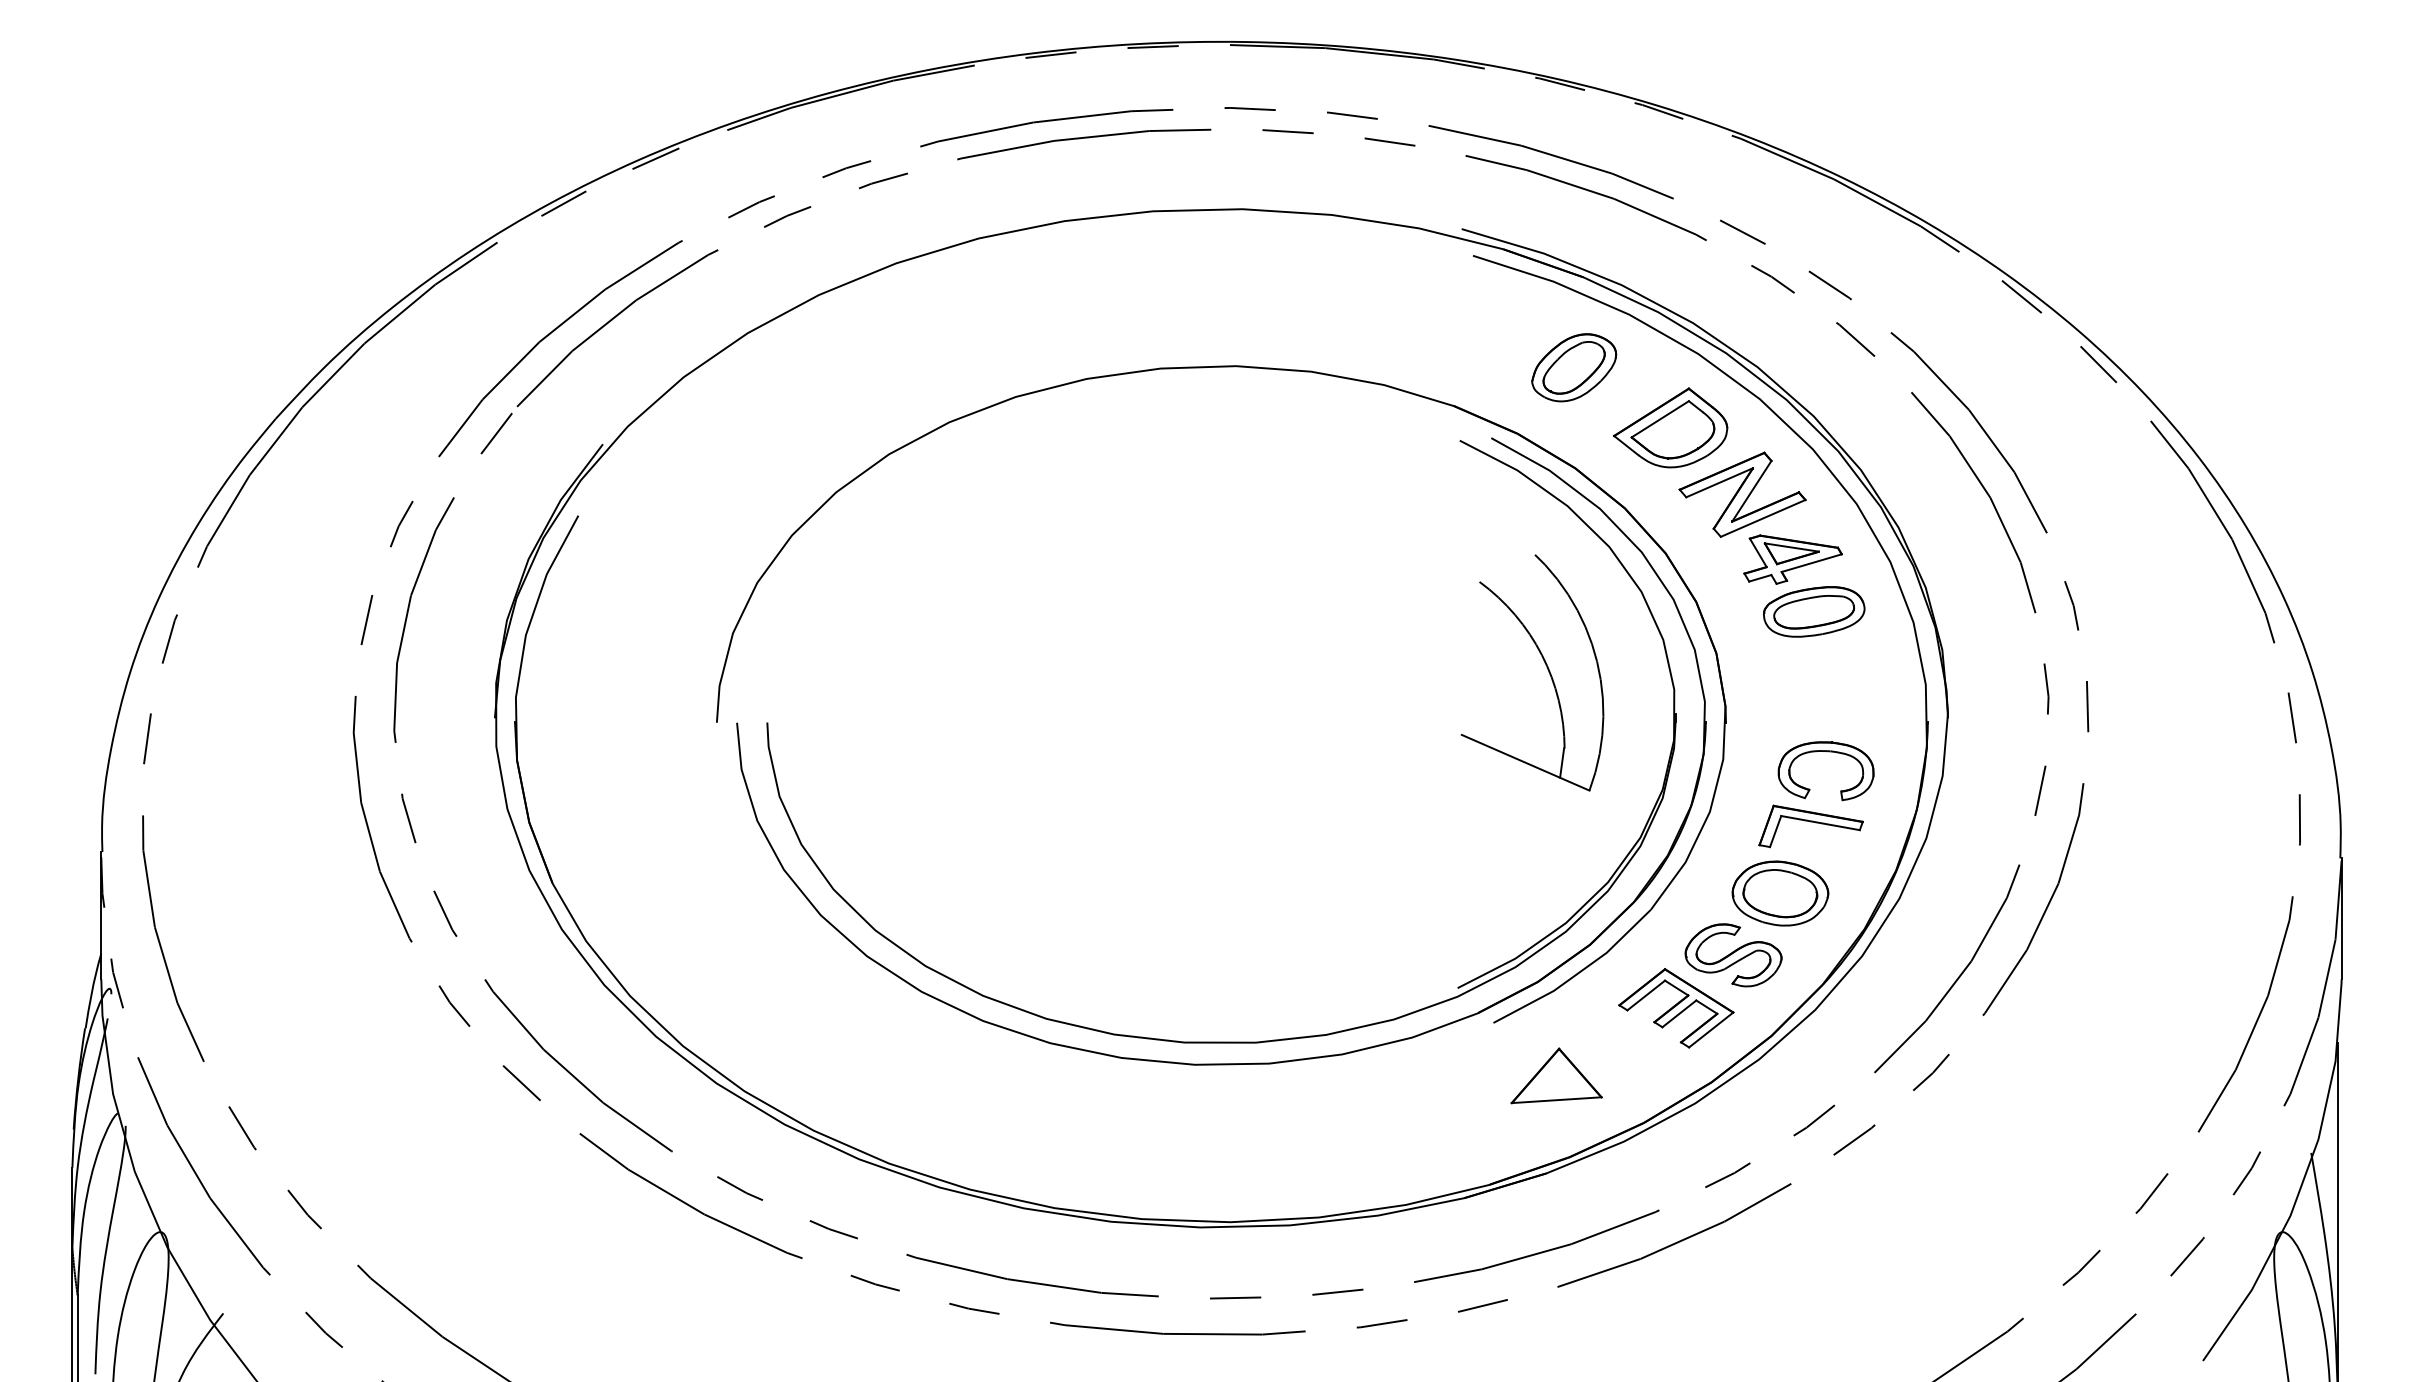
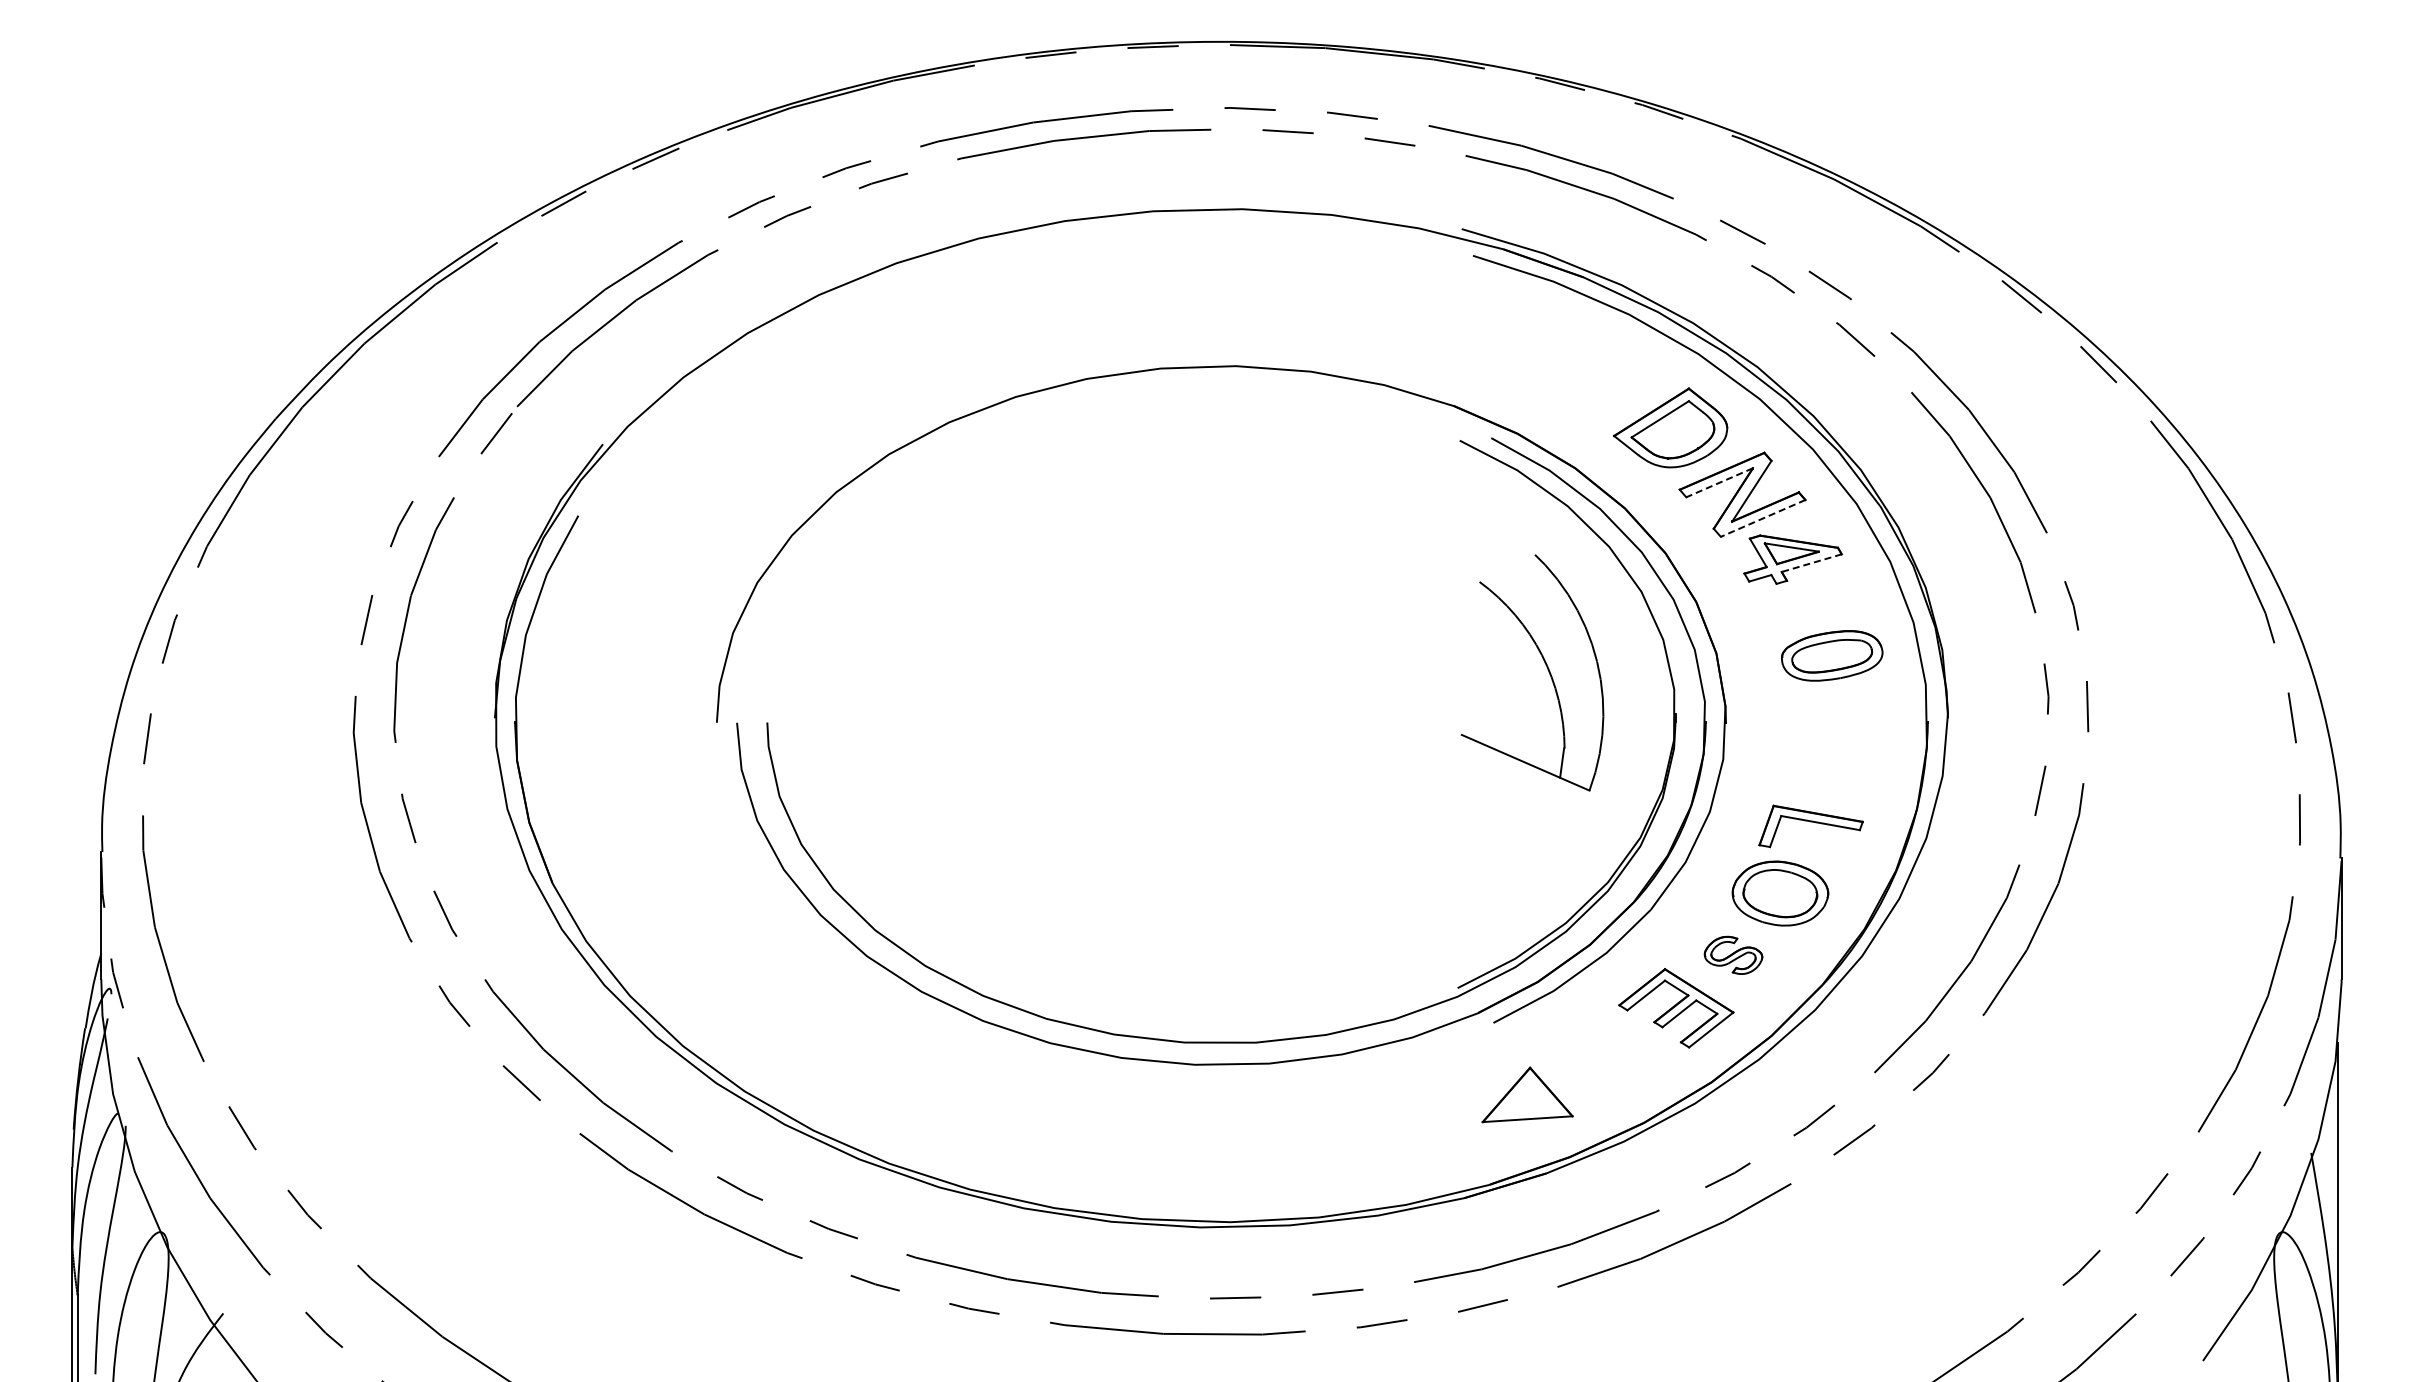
part at (1574, 367): present -> none
line at (1719, 482): solid -> dashed
line at (1762, 518): solid -> dashed
line at (1811, 563): solid -> dashed
part at (1814, 611) position: (1814, 611) -> (1832, 655)
part at (1827, 752): present -> none
part at (1733, 955) size: 99x65 px -> 61x40 px
part at (1556, 1075) position: (1556, 1075) -> (1527, 1094)
